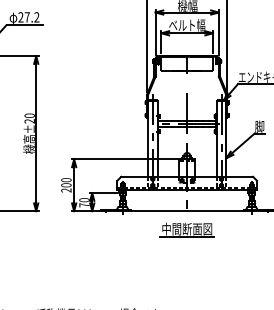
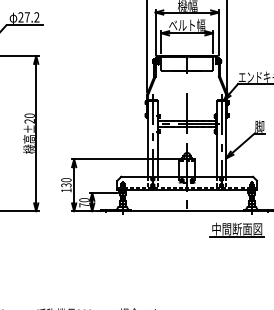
text at (66, 187): 200 -> 130
part at (186, 229) position: (186, 229) -> (236, 229)
